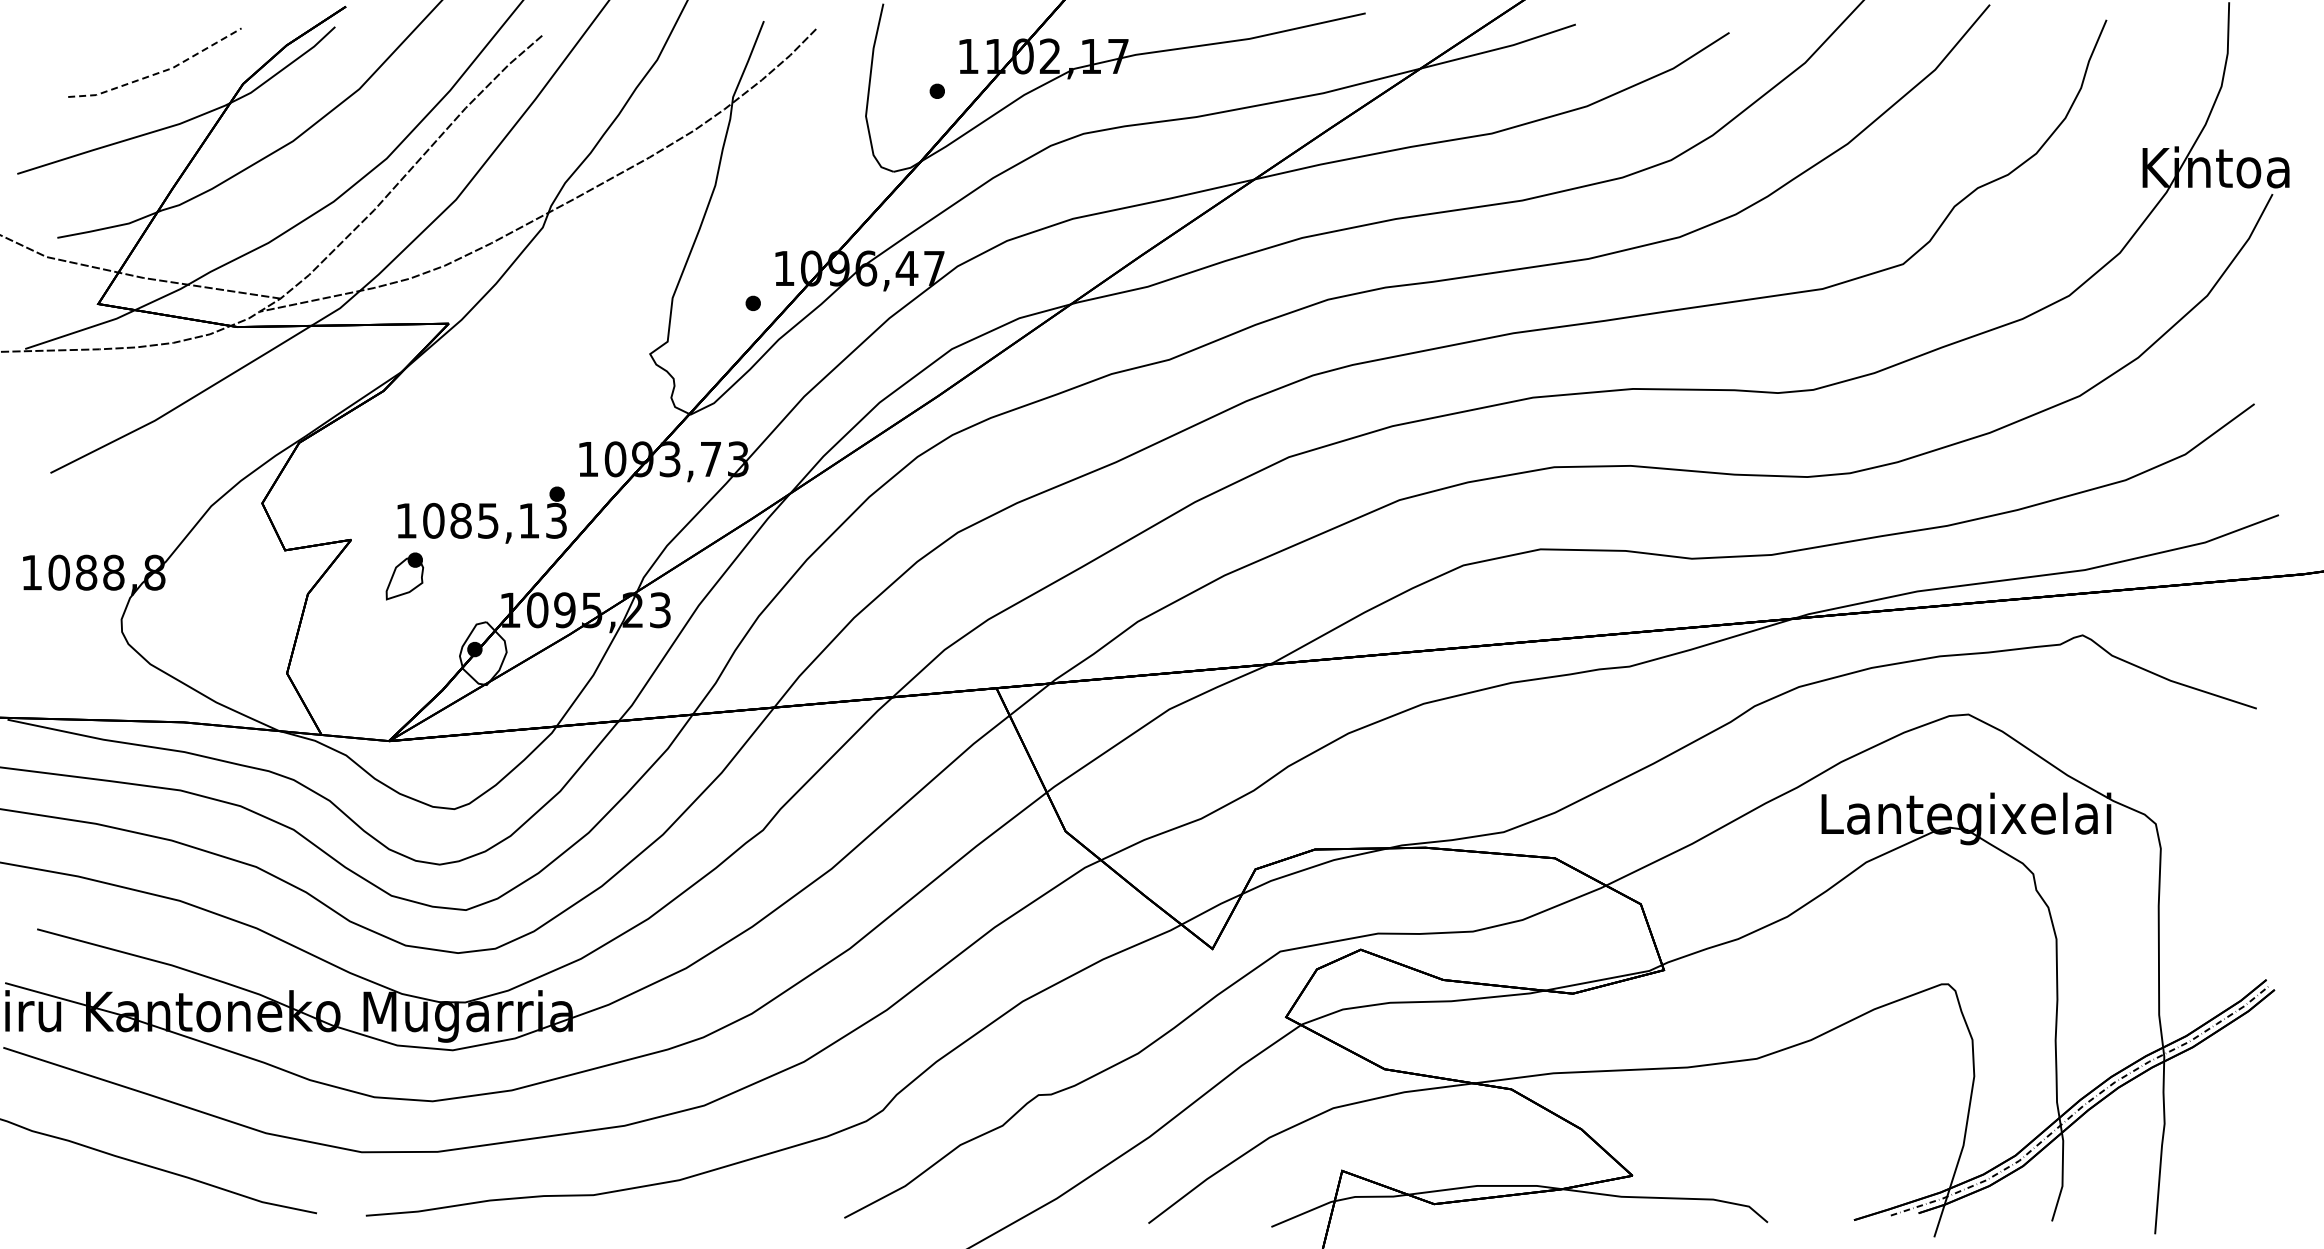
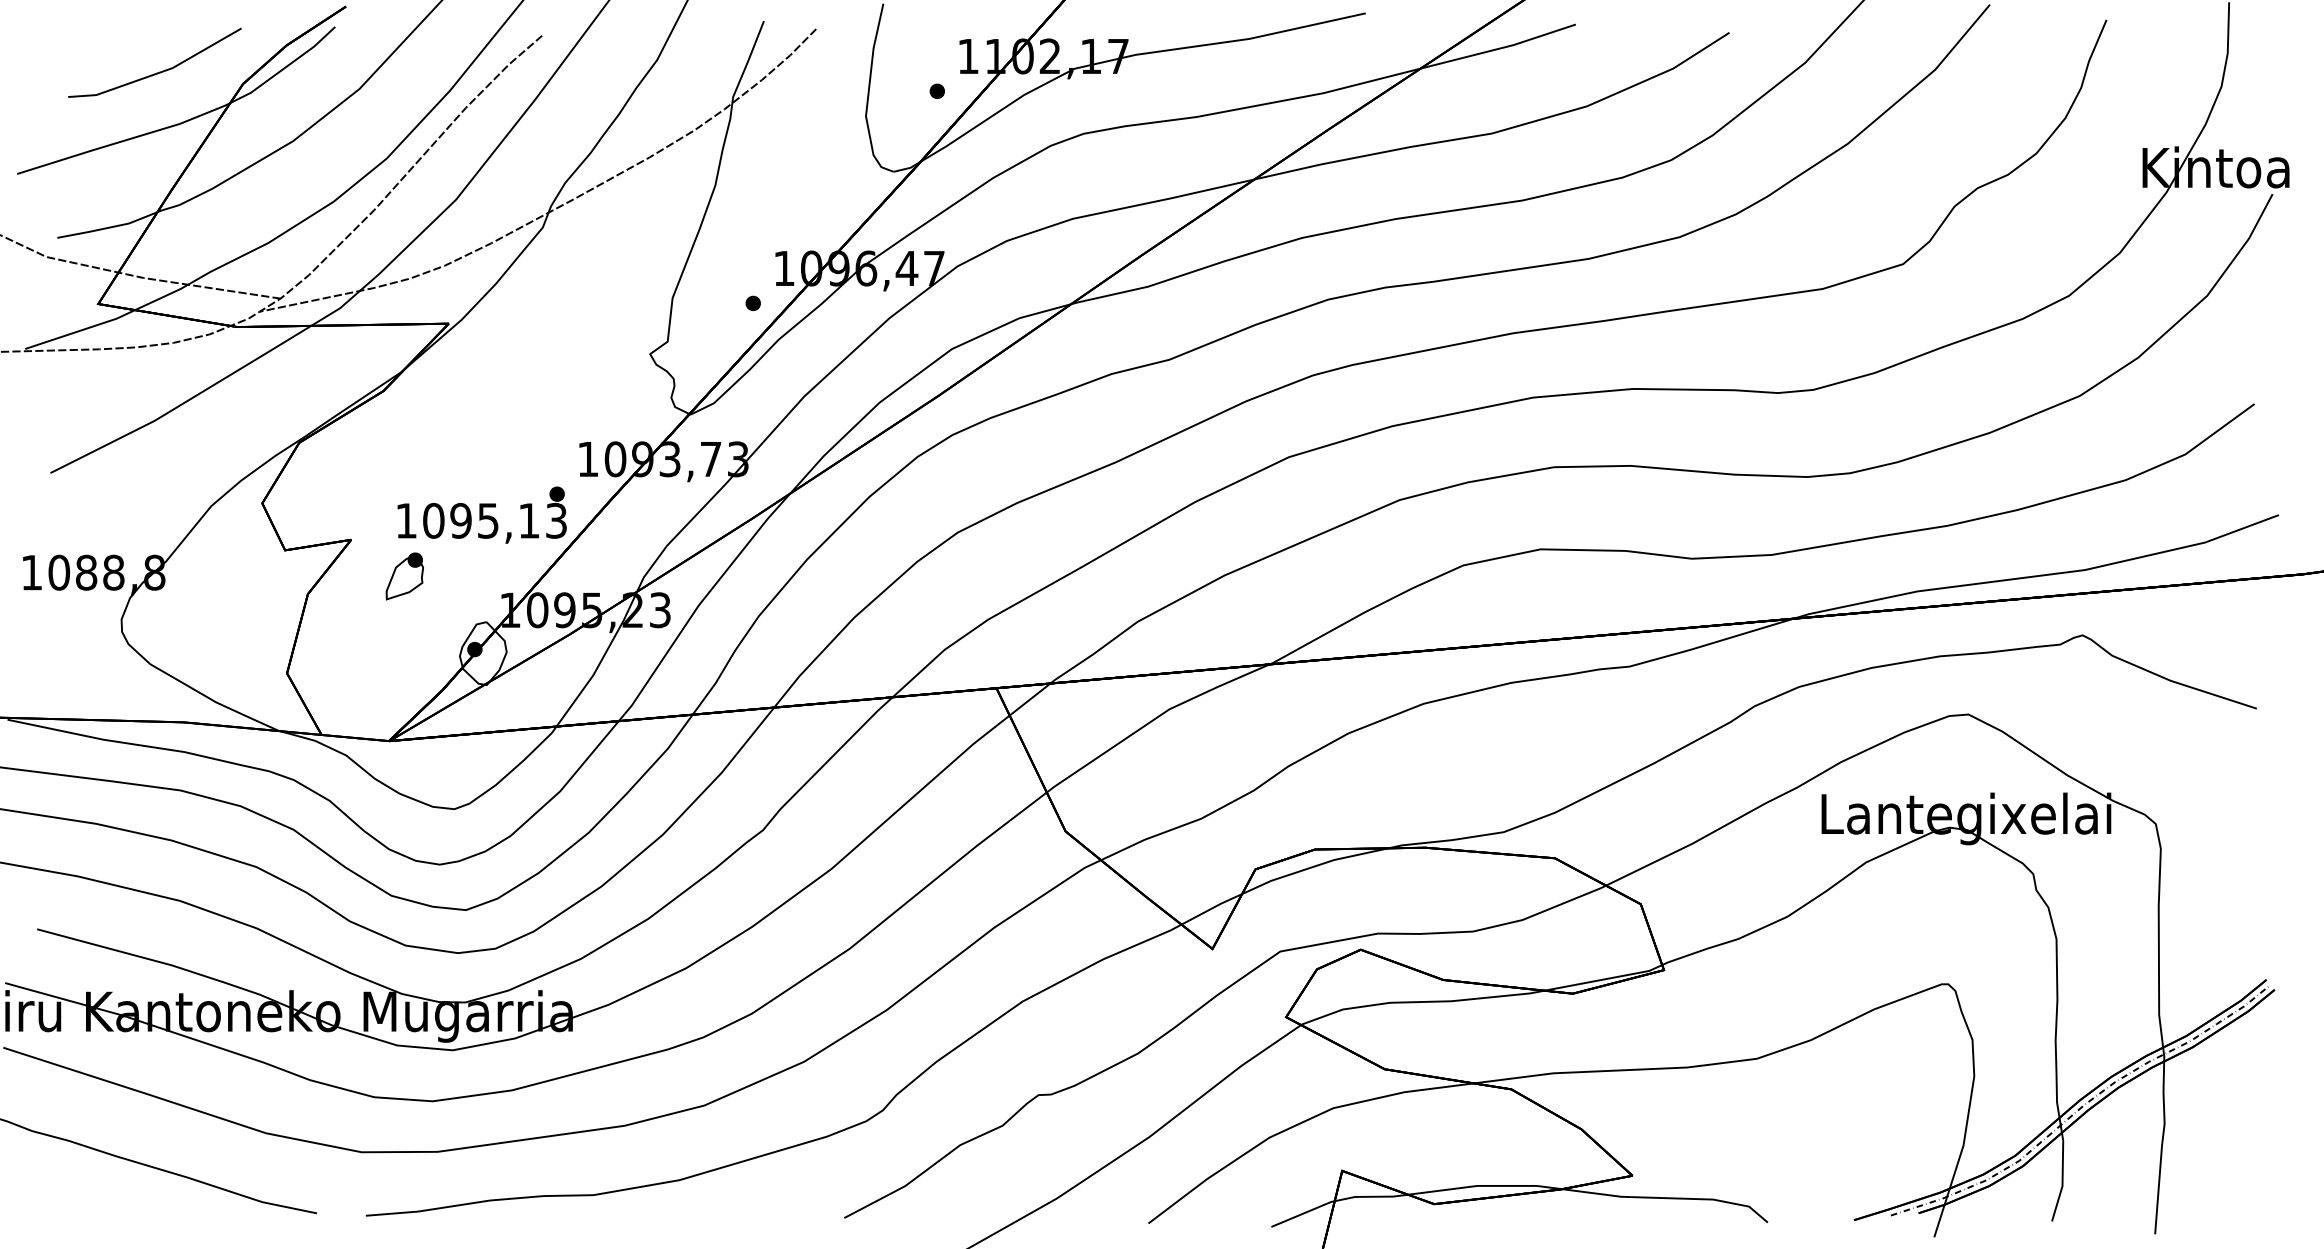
line at (158, 73): dashed -> solid
text at (460, 520): 1085,13 -> 1095,13
